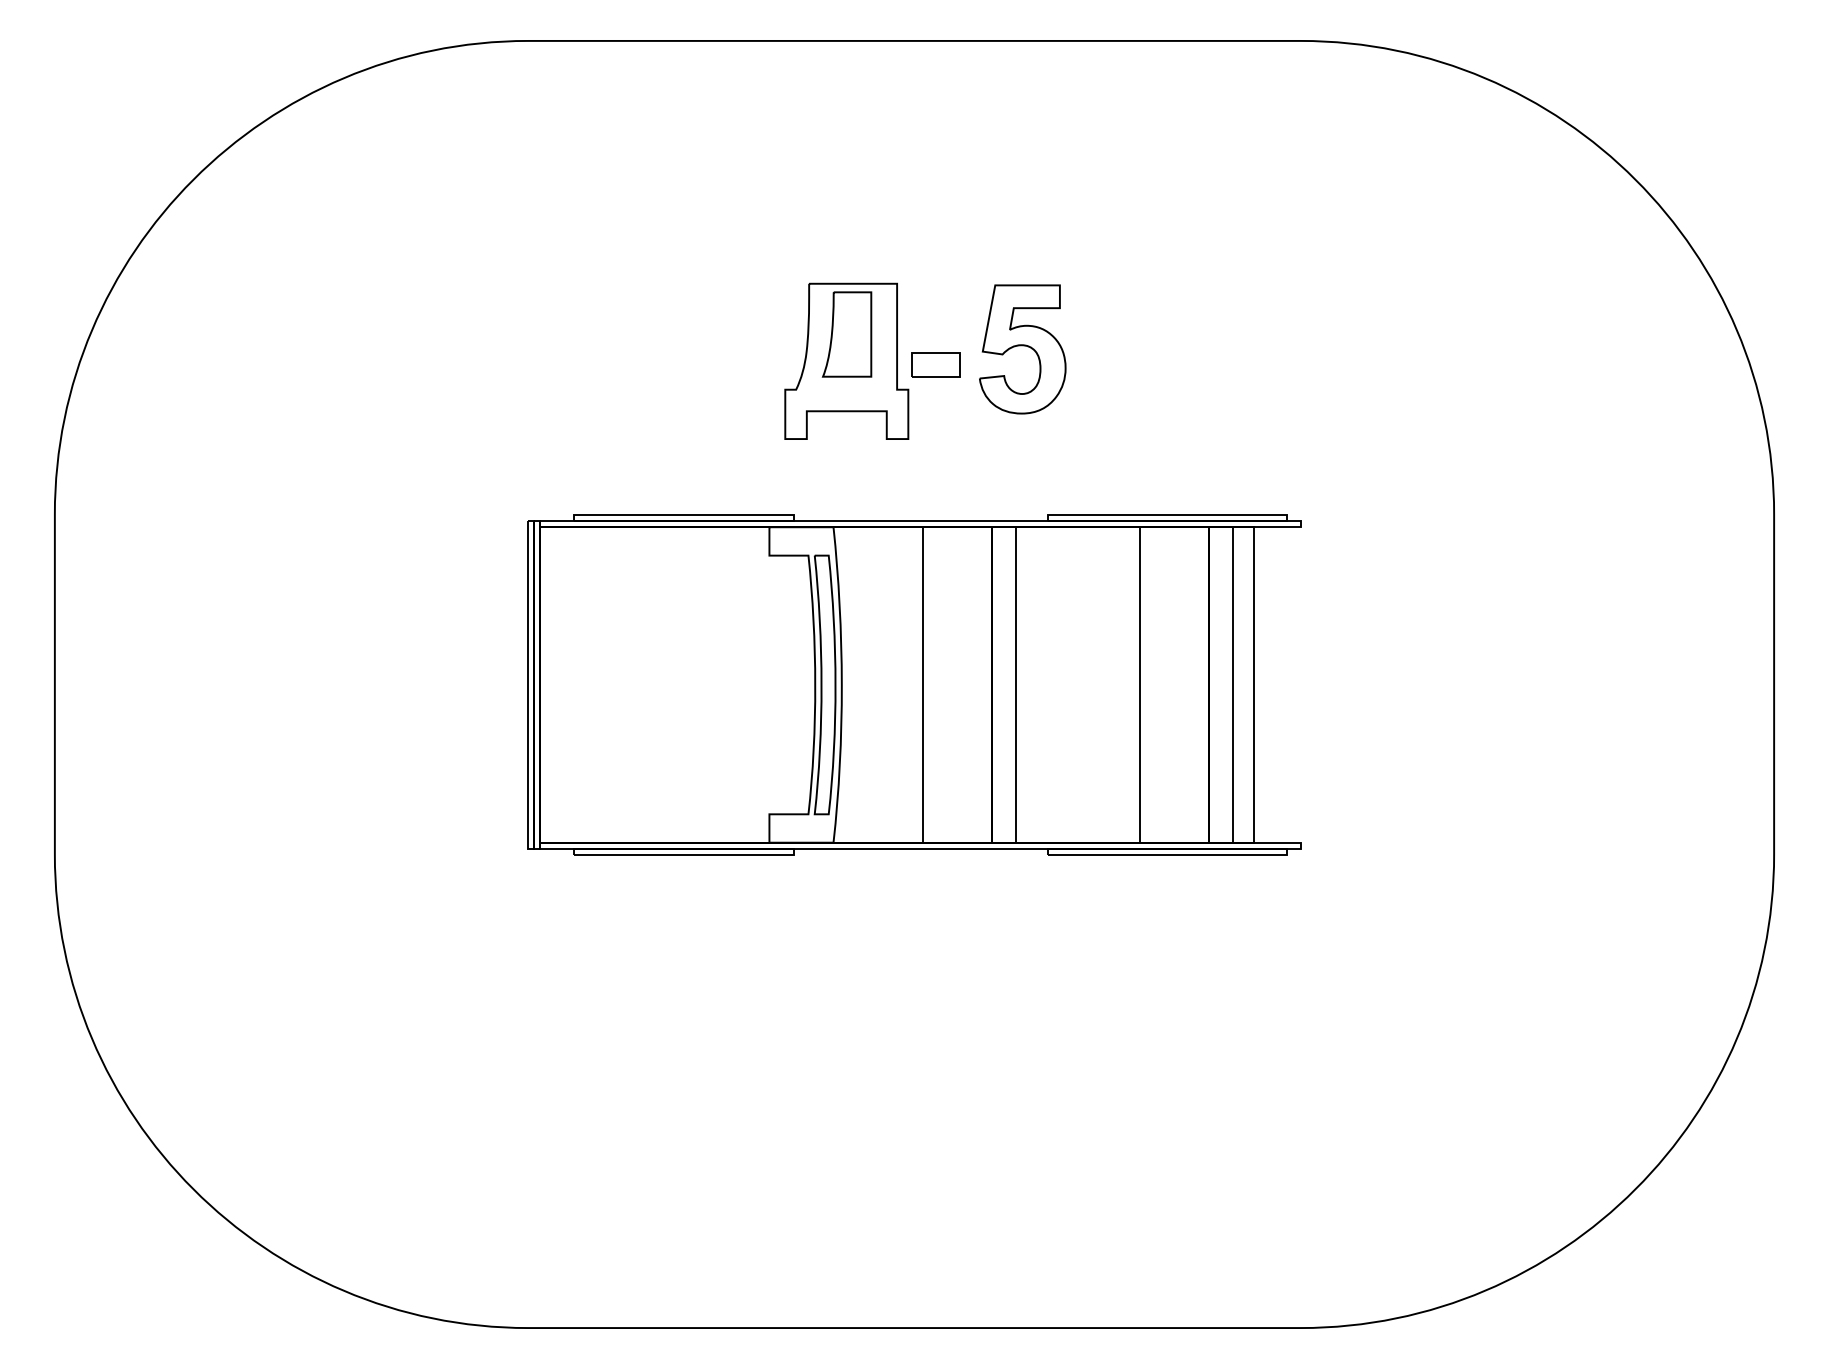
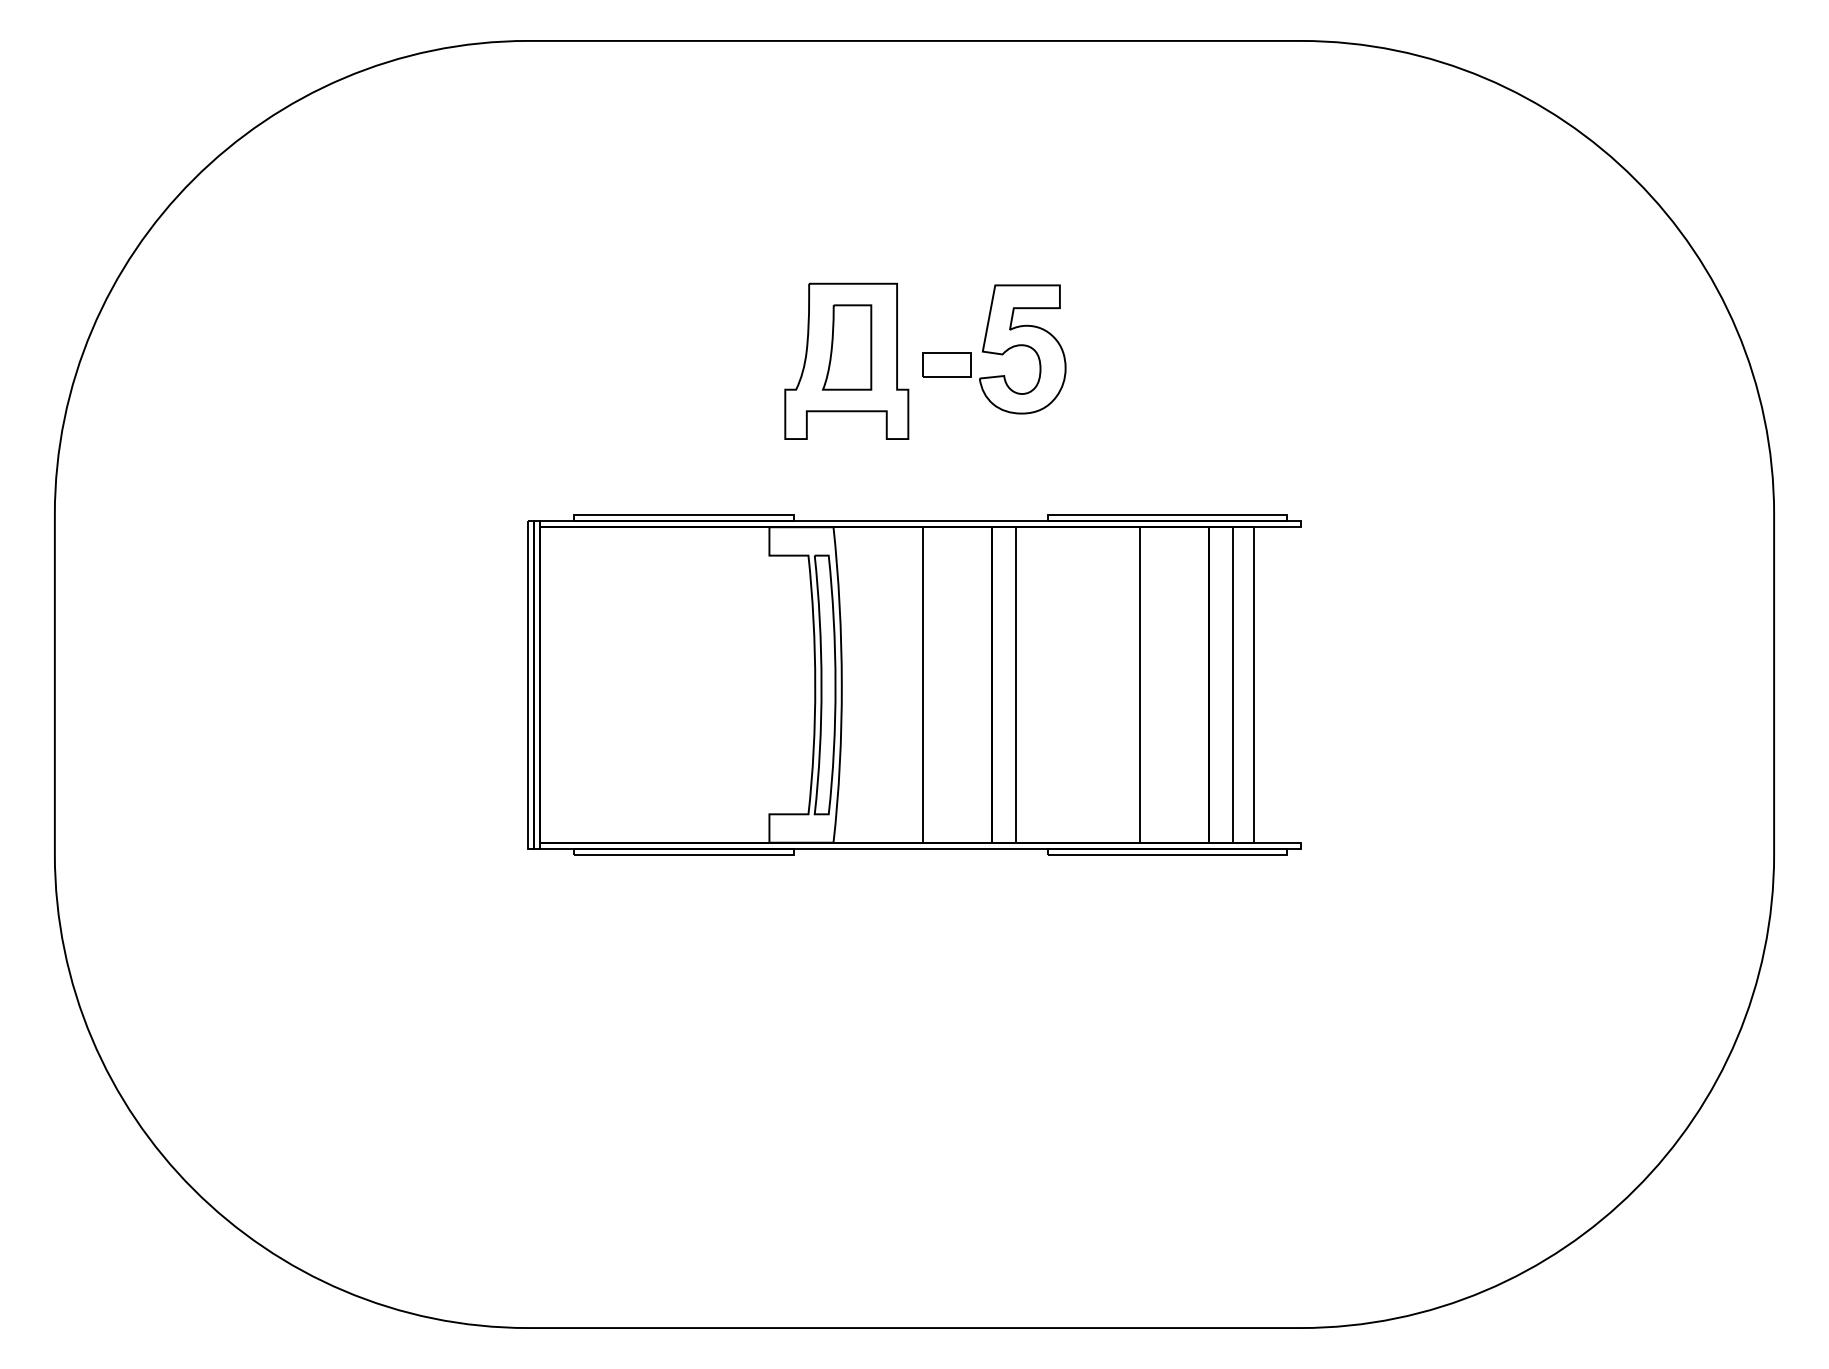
part at (846, 334) position: (846, 334) -> (846, 347)
part at (935, 364) position: (935, 364) -> (946, 364)
